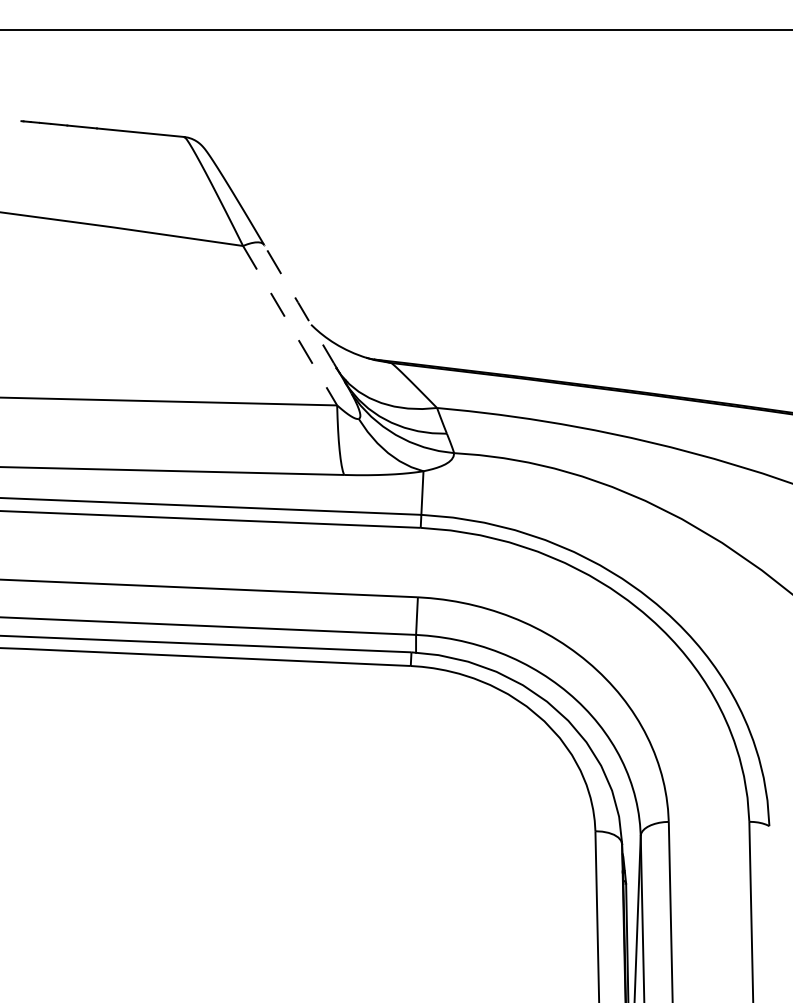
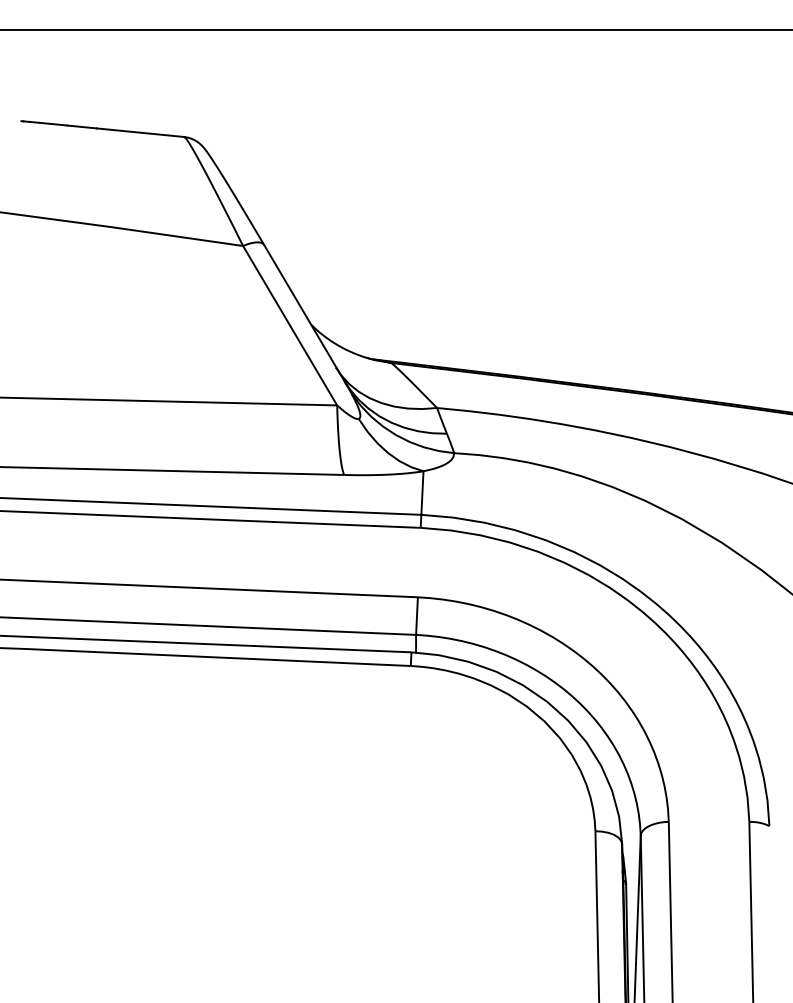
line at (300, 306): dashed -> solid
line at (289, 325): dashed -> solid
